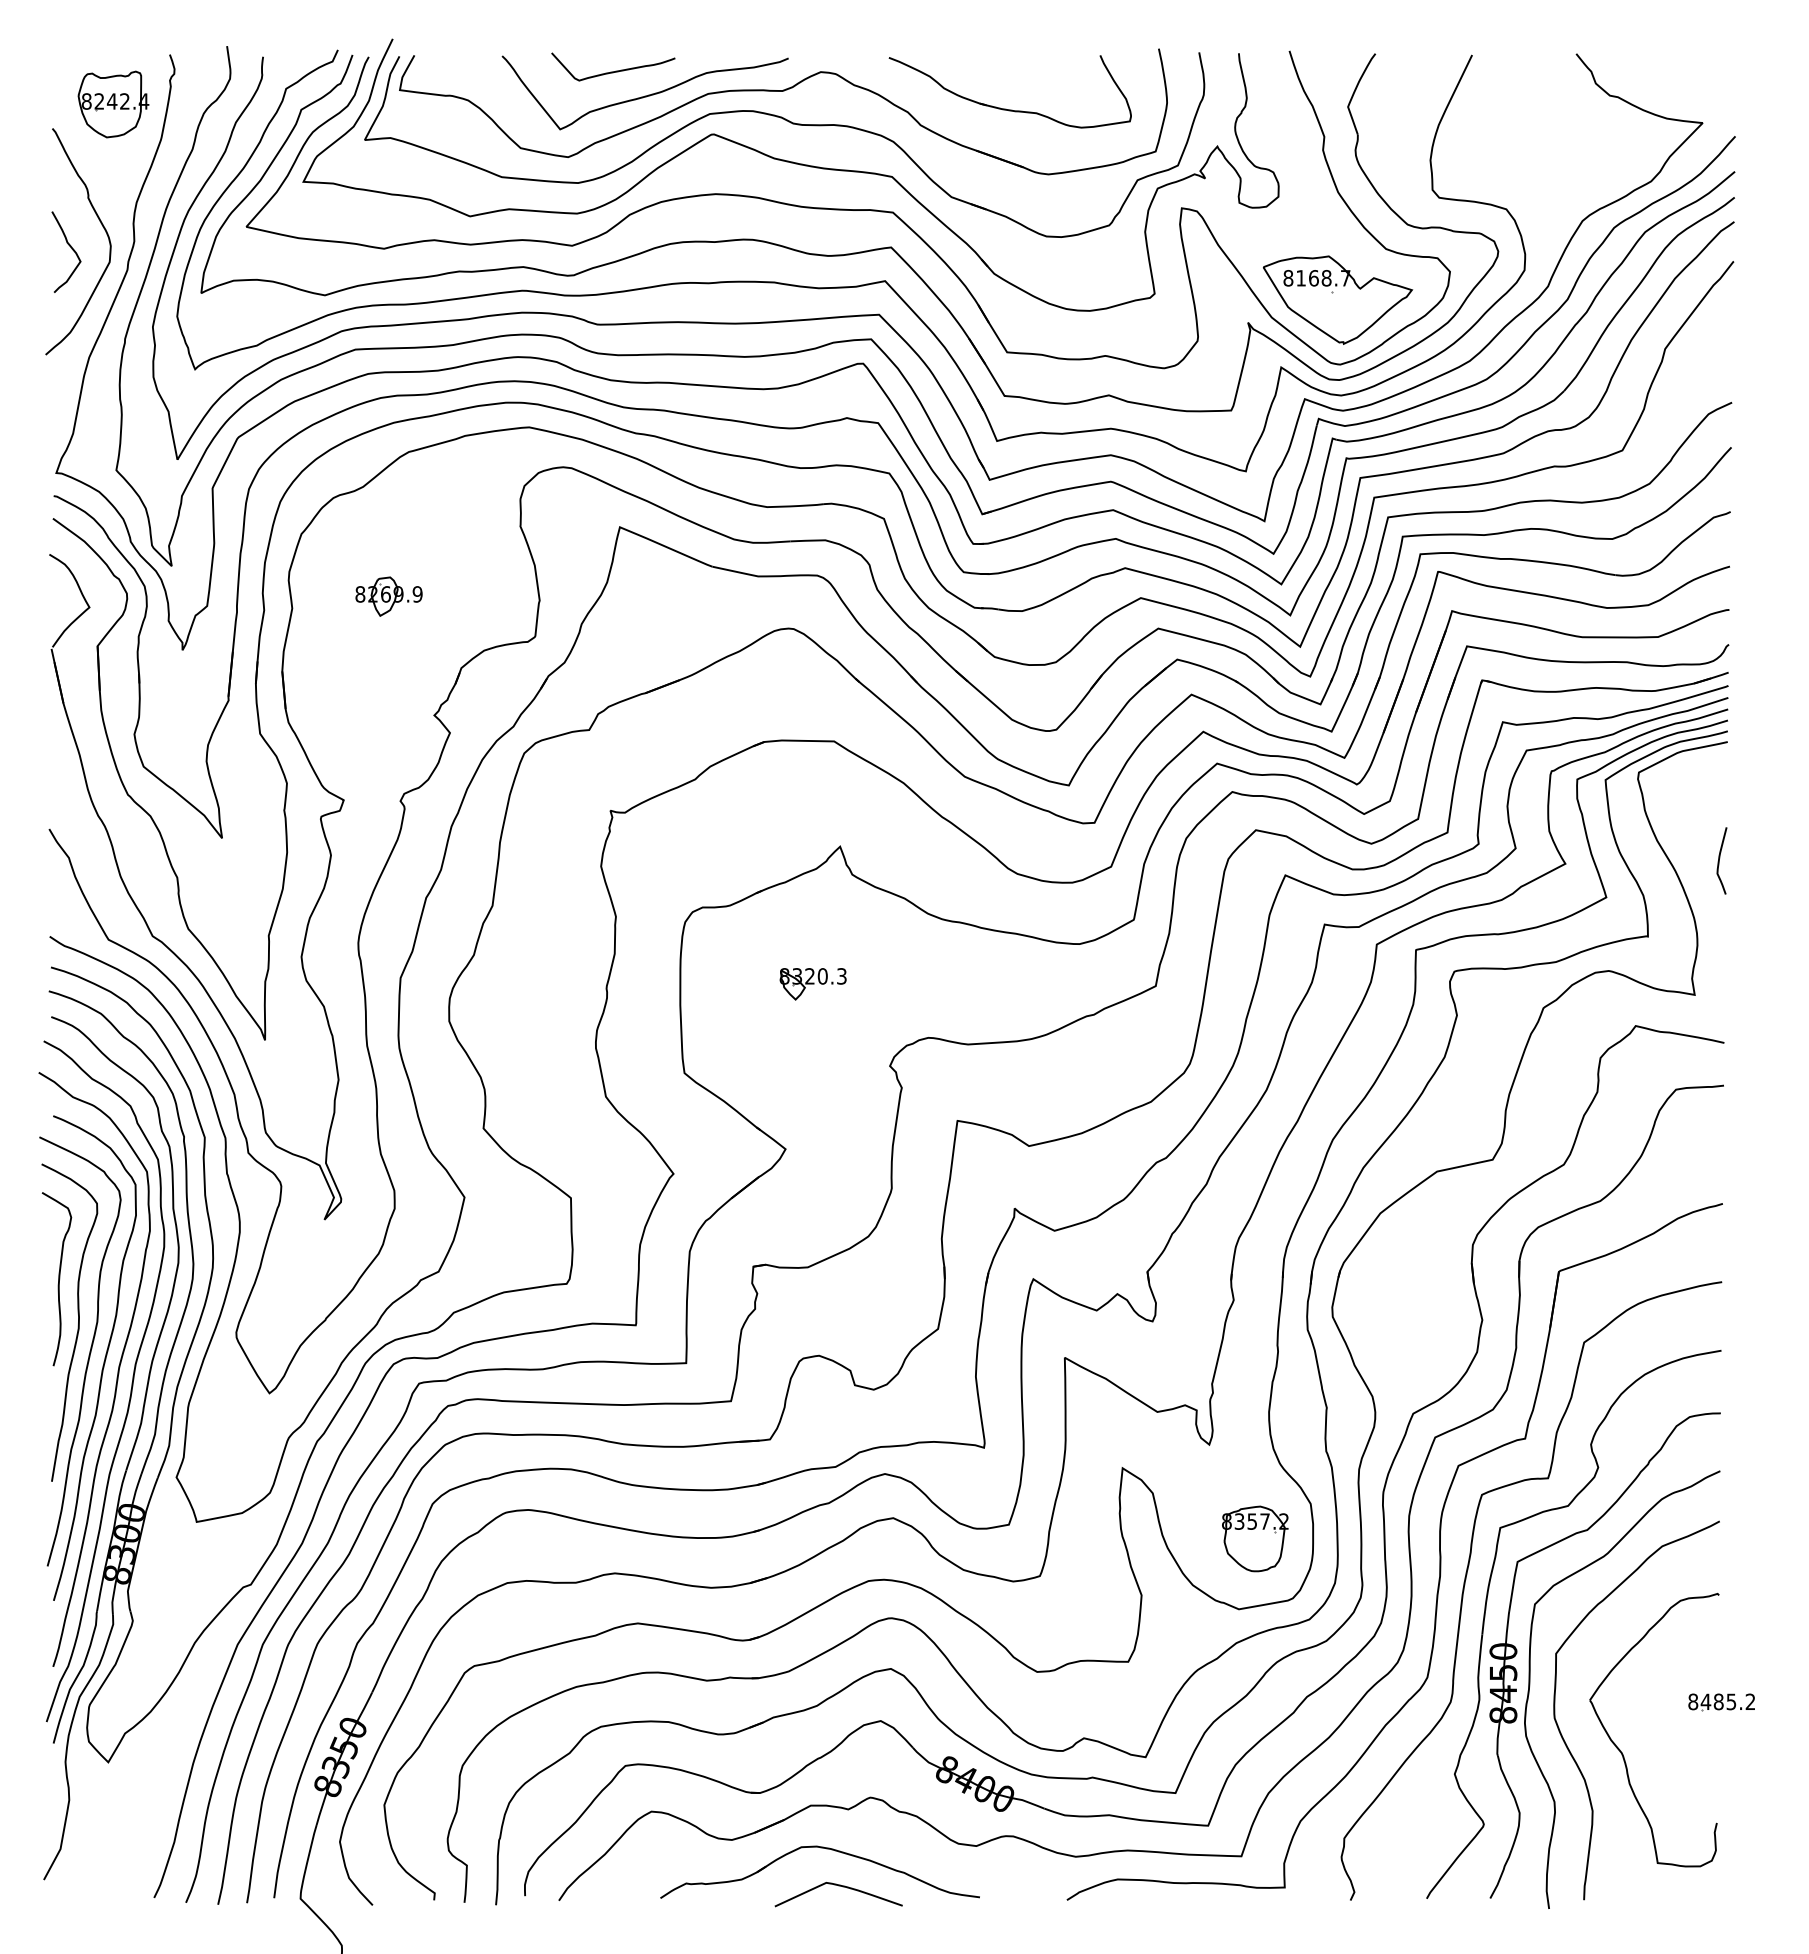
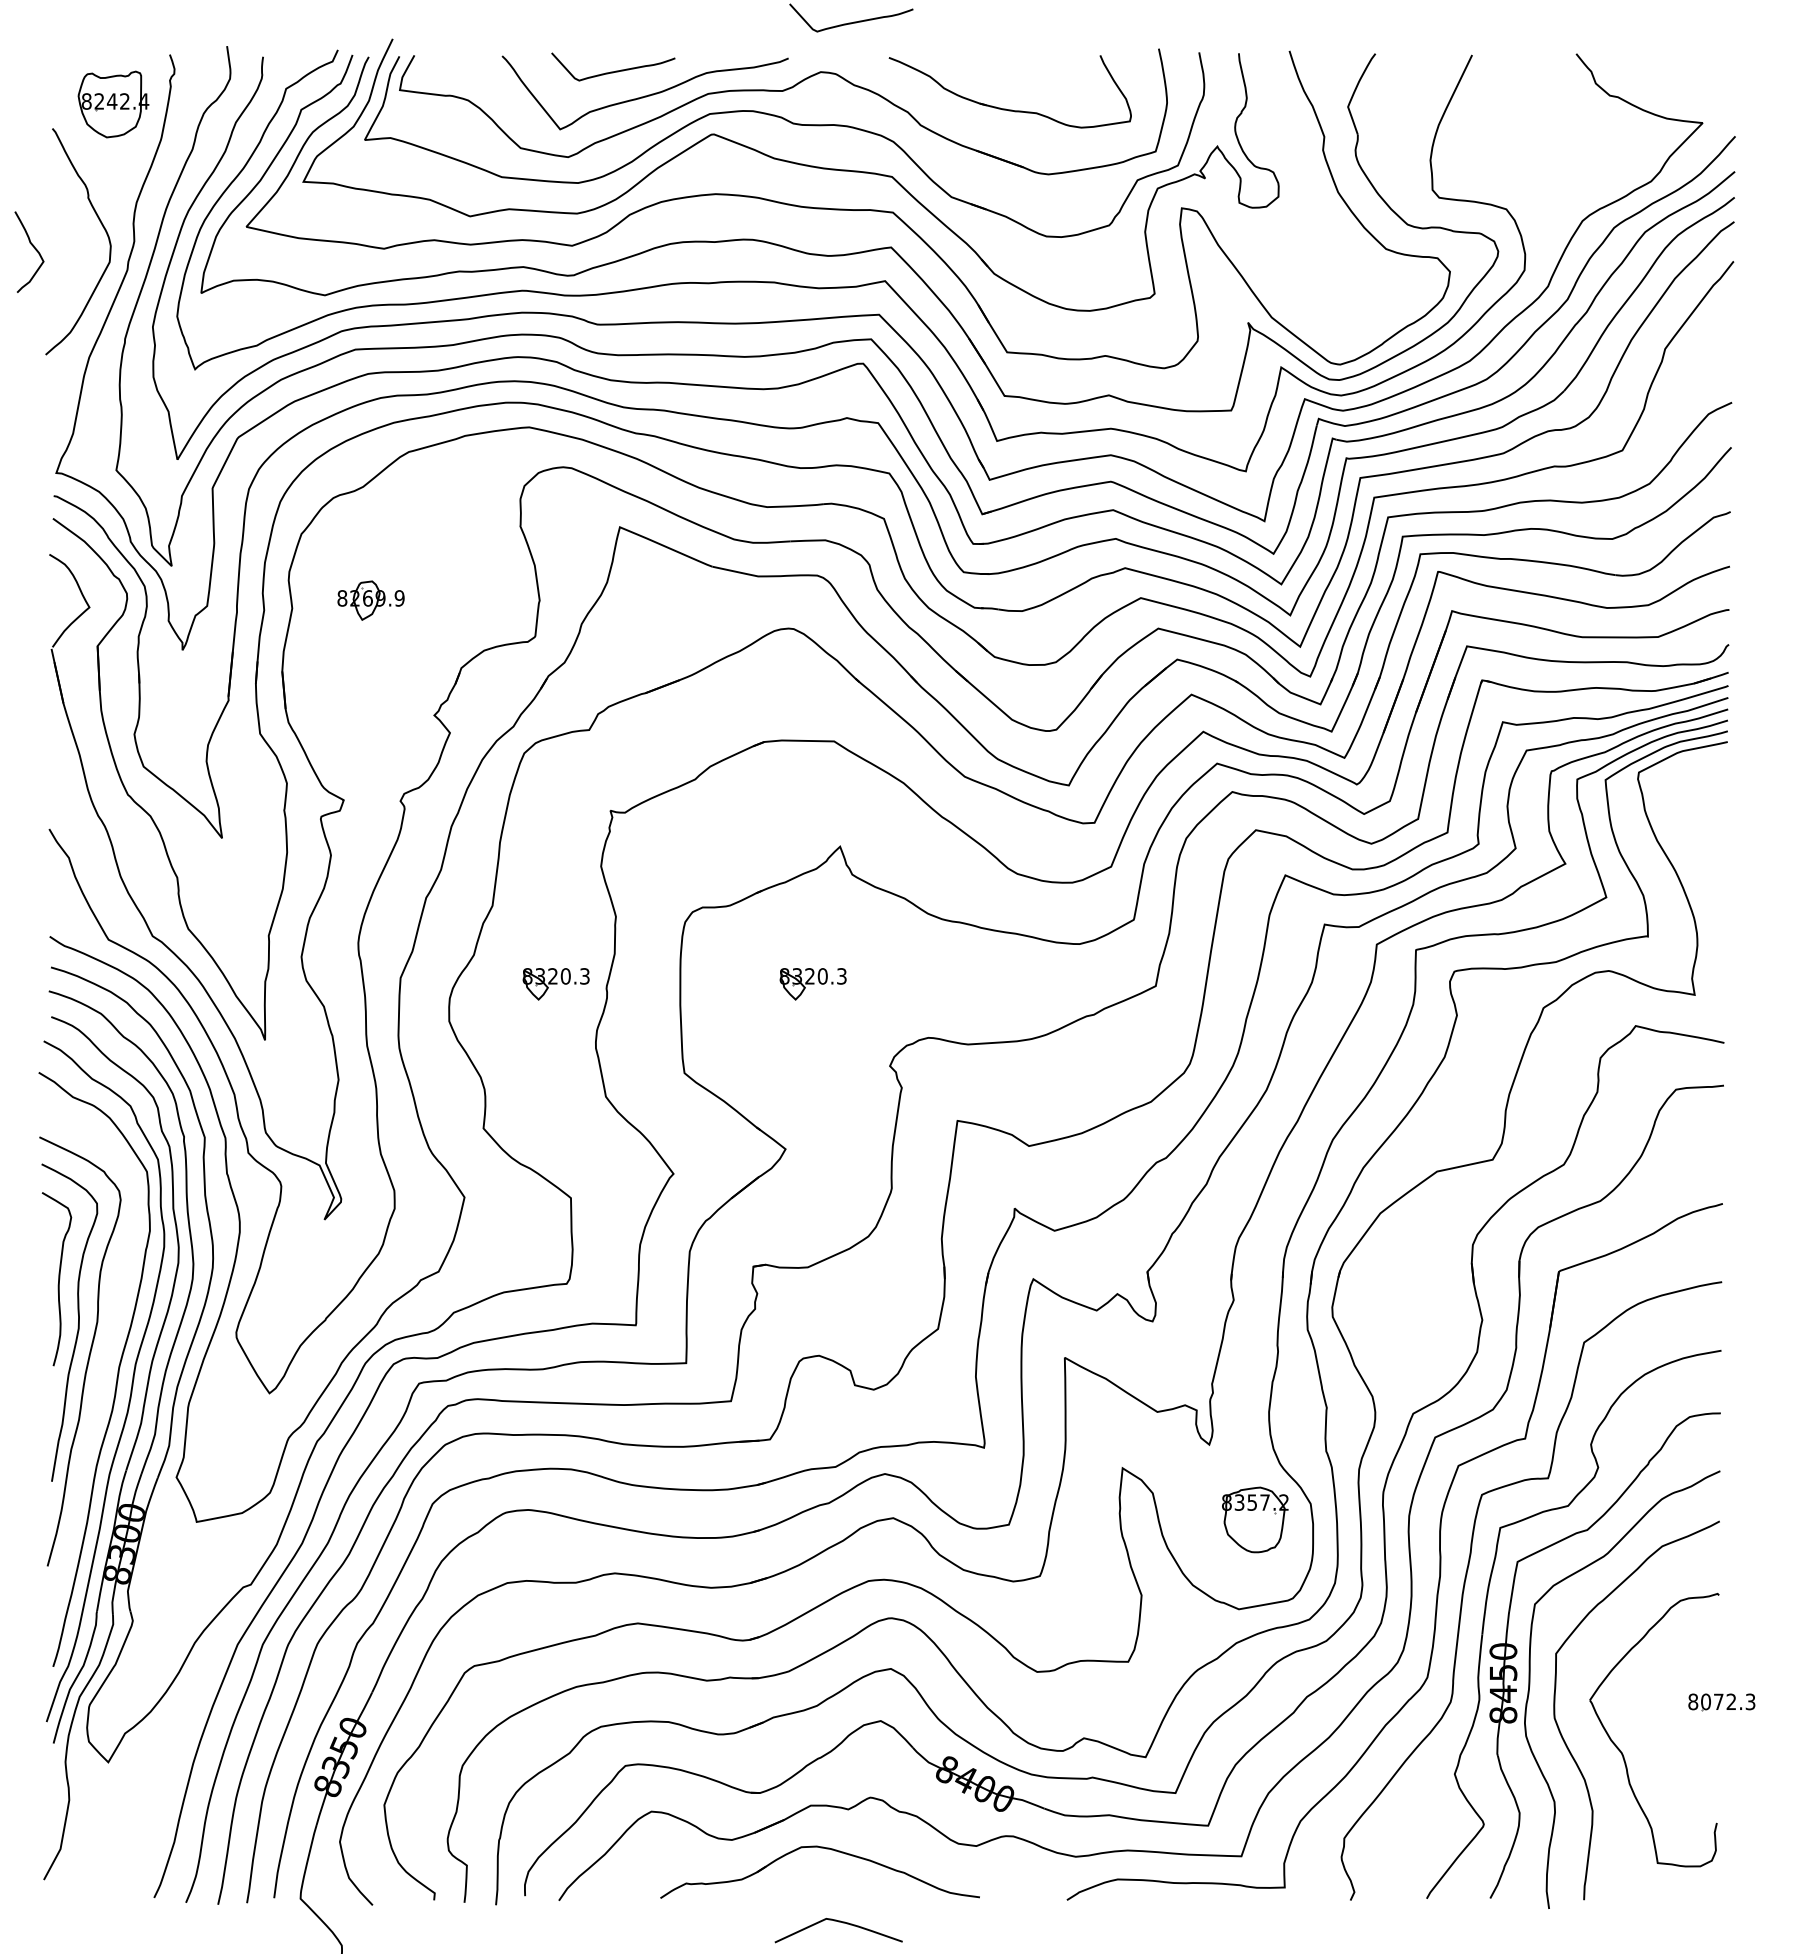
curve at (853, 21): none -> present
curve at (71, 249) position: (71, 249) -> (34, 249)
part at (1338, 299): present -> none
part at (388, 596) position: (388, 596) -> (370, 600)
curve at (1719, 860): present -> none
part at (555, 984): none -> present
curve at (103, 1361): present -> none
part at (1255, 1538) position: (1255, 1538) -> (1255, 1519)
text at (1727, 1701): 8485.2 -> 8072.3
curve at (838, 1886) position: (838, 1886) -> (838, 1922)
